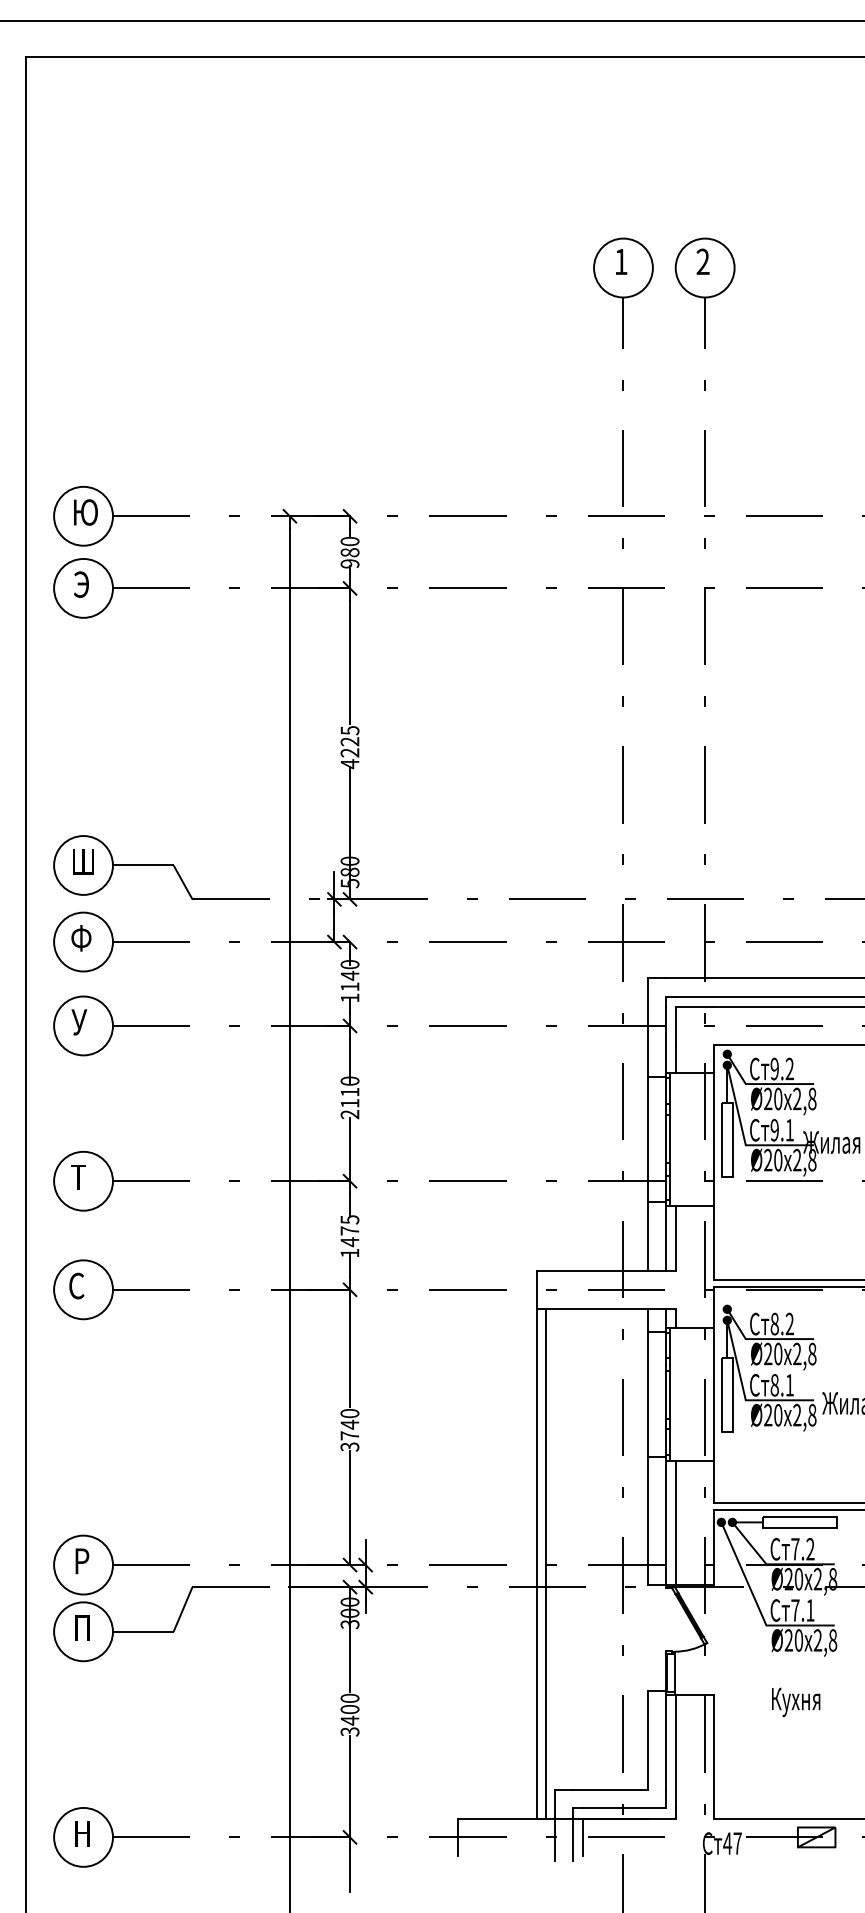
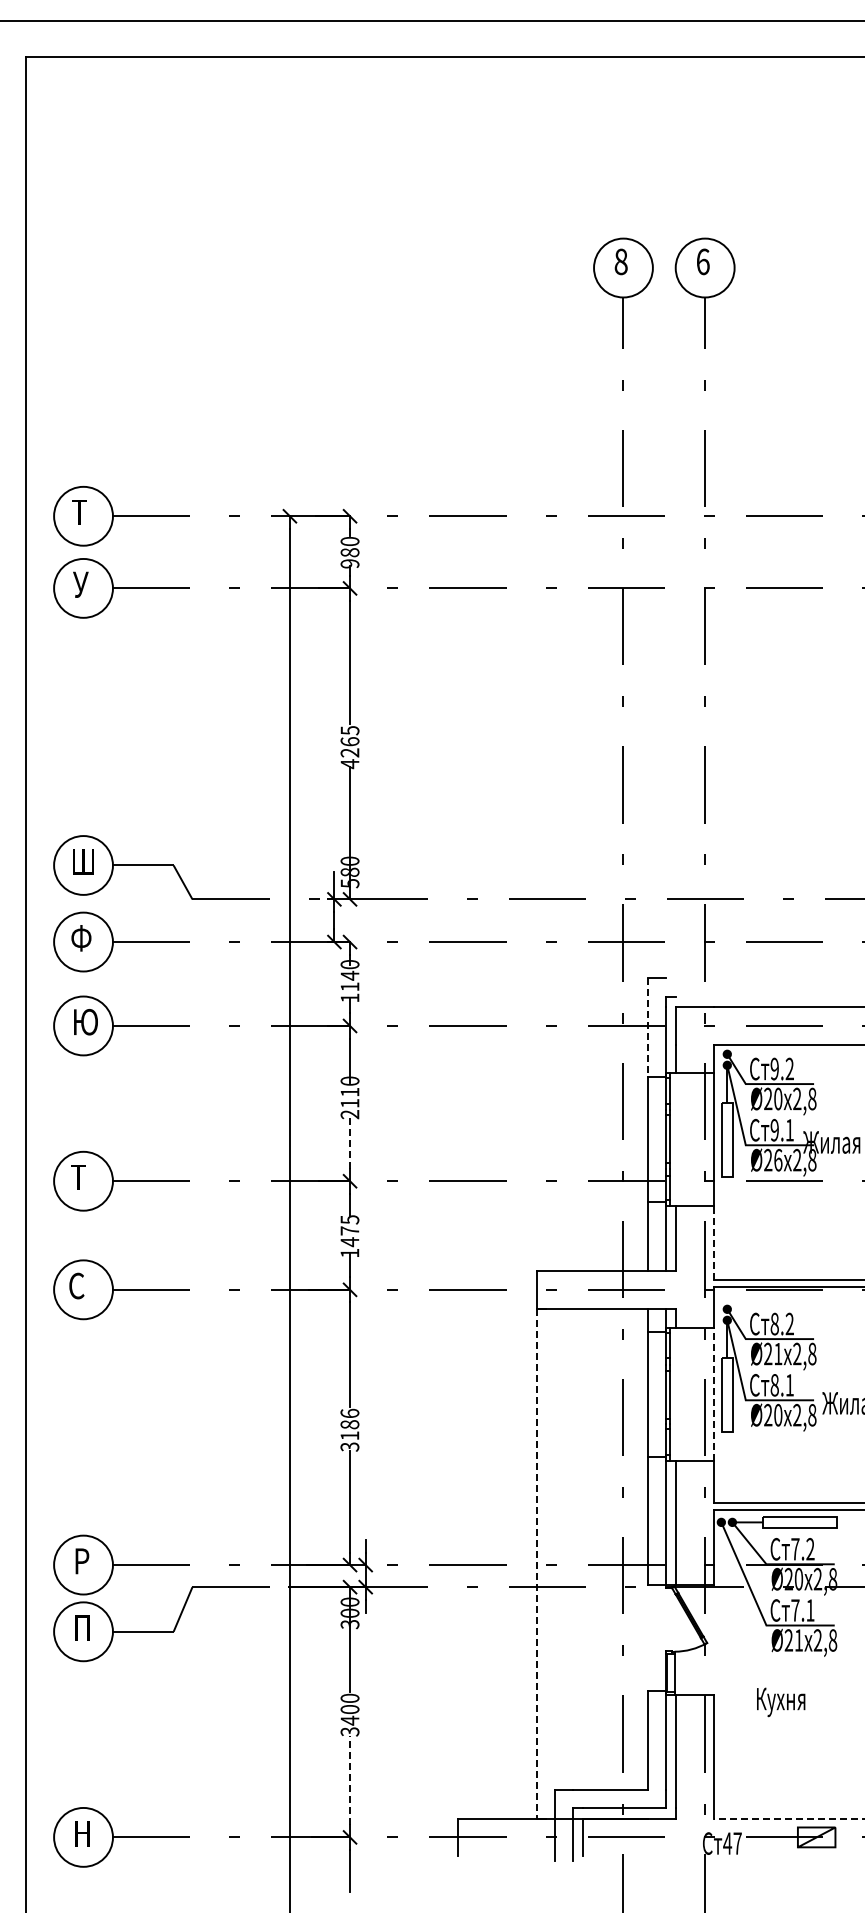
text at (620, 261): 1 -> 8
text at (702, 261): 2 -> 6
text at (84, 512): Ю -> Т
text at (80, 584): Э -> У
text at (349, 741): 4225 -> 4265
line at (763, 978): present -> none
line at (768, 996): present -> none
text at (84, 1021): У -> Ю
line at (647, 1028): solid -> dashed
line at (350, 1143): solid -> dashed
text at (778, 1159): Ø20 -> Ø26
line at (714, 1242): solid -> dashed
text at (778, 1353): Ø20 -> Ø21
line at (714, 1394): solid -> dashed
text at (349, 1424): 3740 -> 3186
line at (546, 1563): present -> none
line at (537, 1564): solid -> dashed
text at (798, 1640): Ø20 -> Ø21
text at (796, 1702) position: (796, 1702) -> (781, 1702)
line at (350, 1780): solid -> dashed
line at (788, 1818): solid -> dashed
